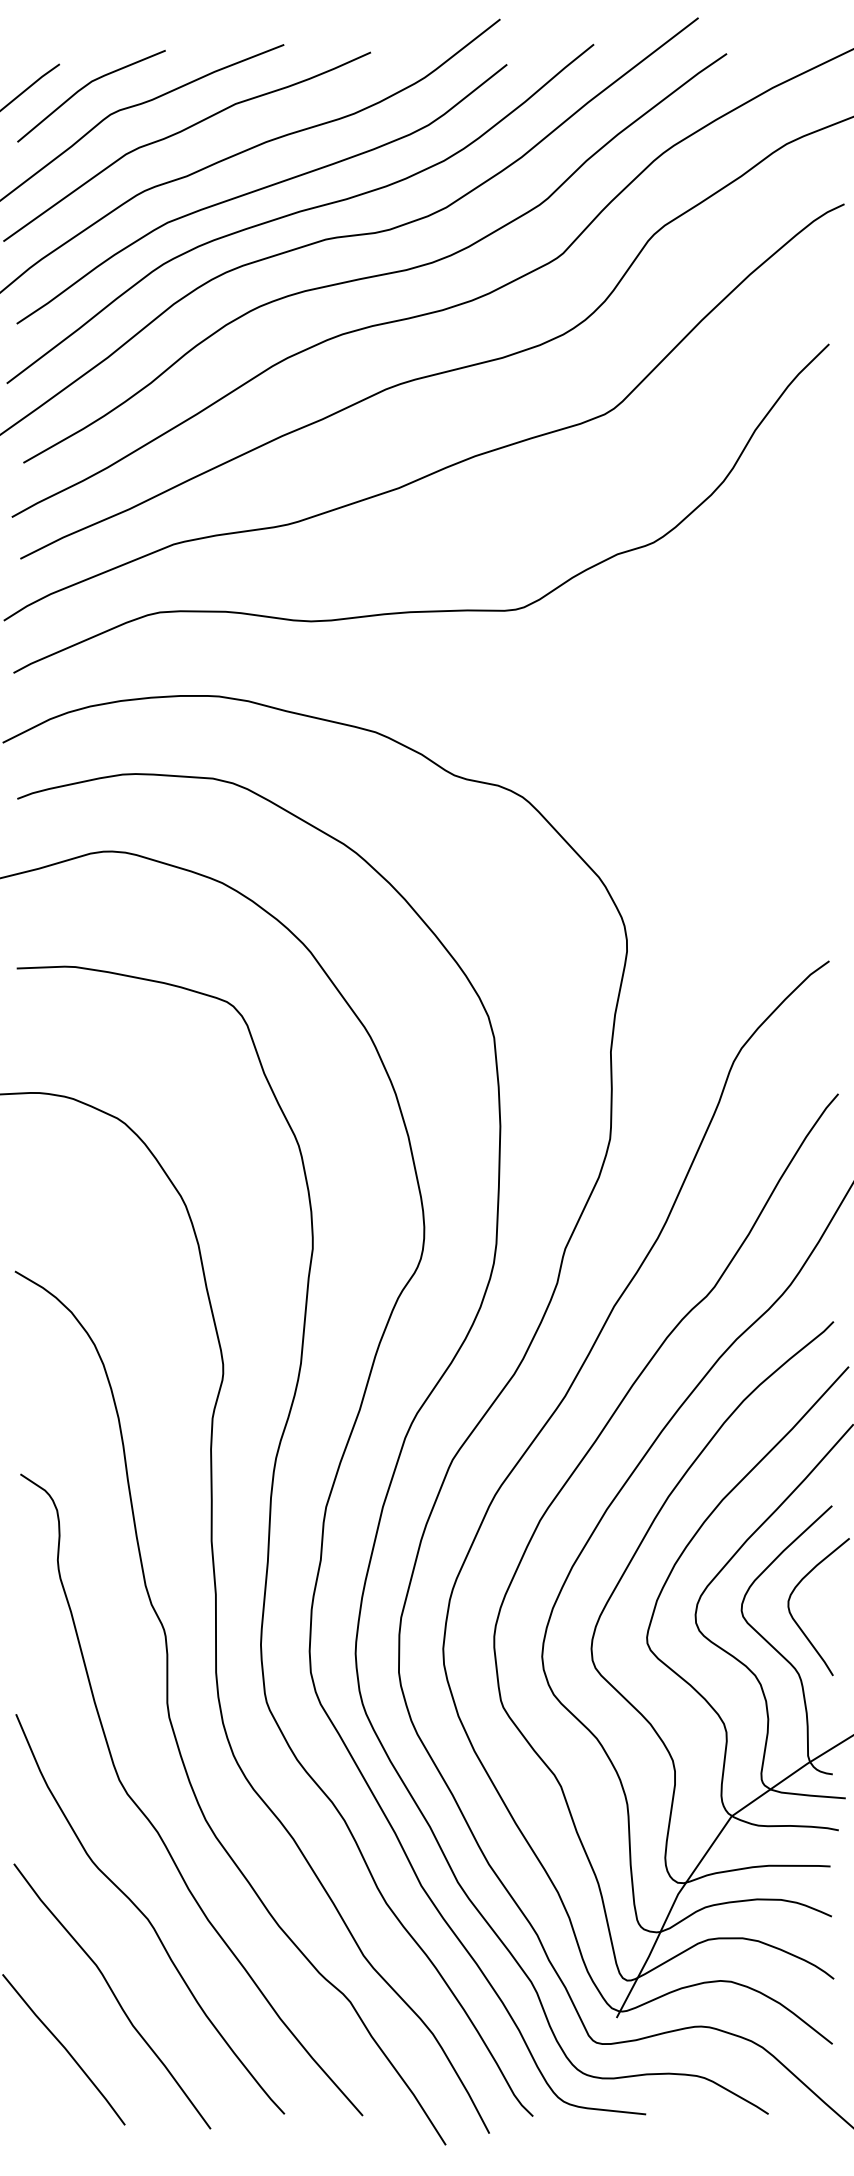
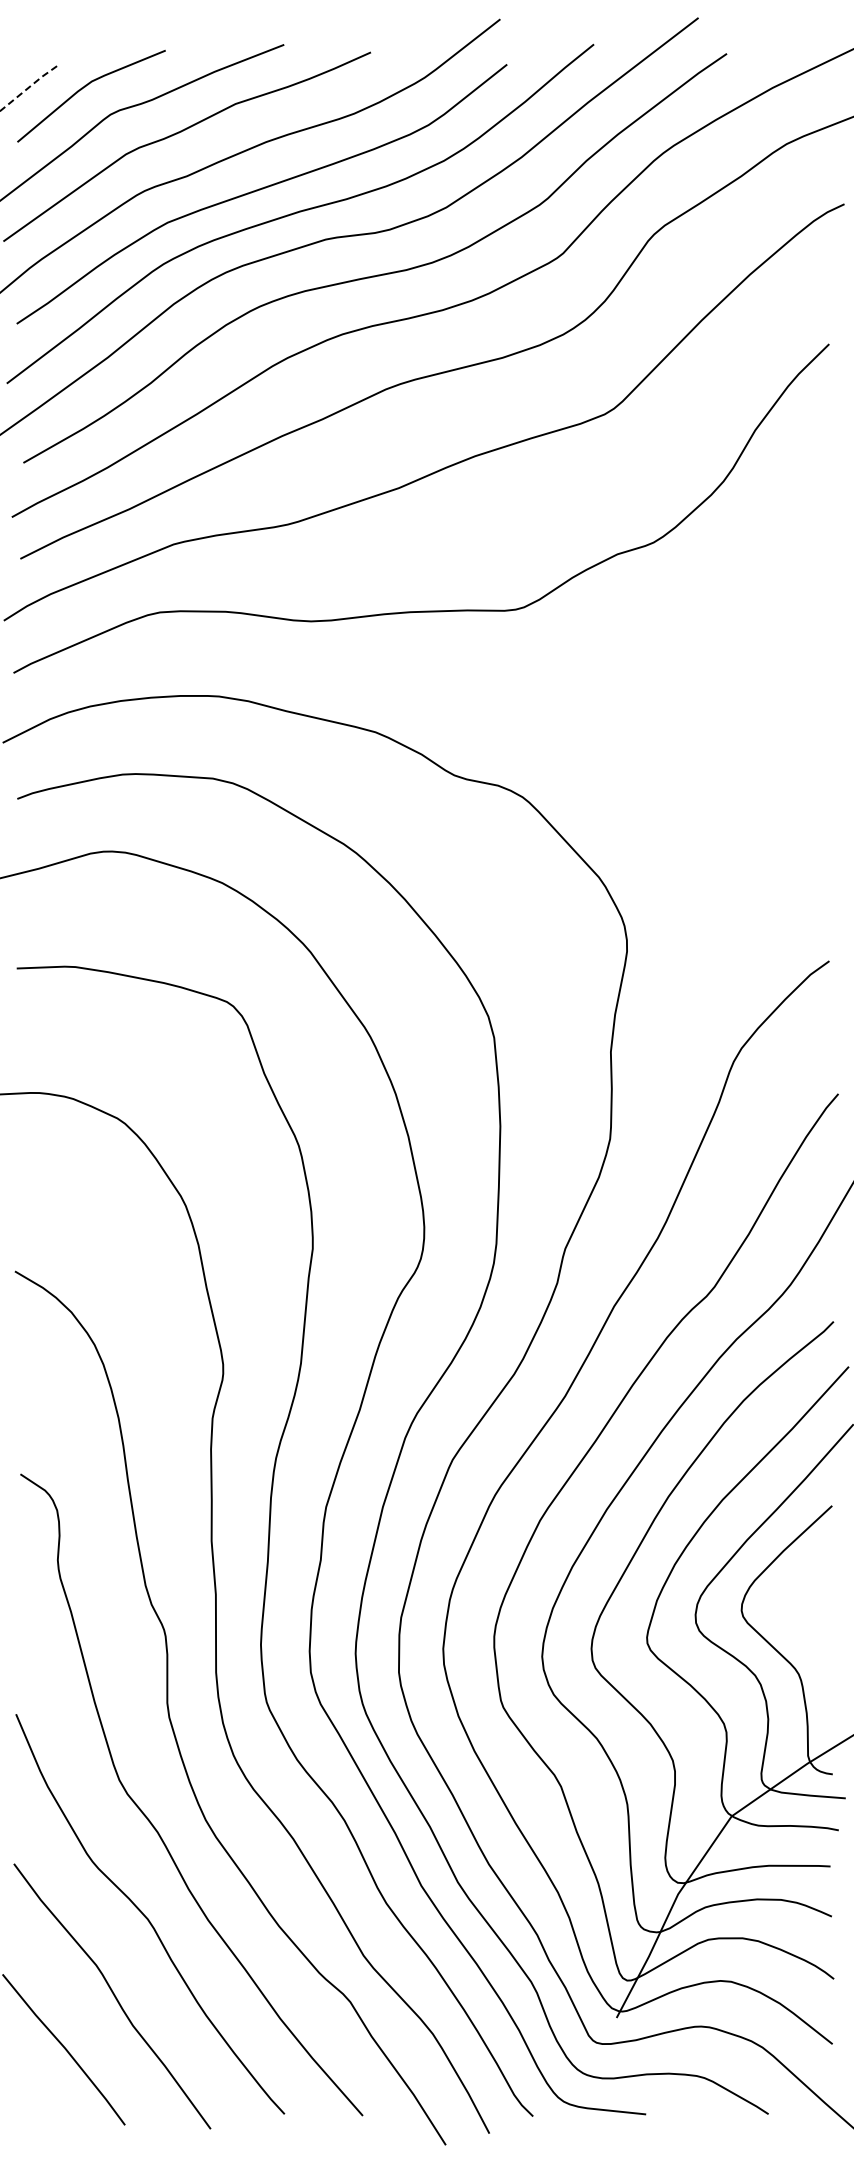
line at (30, 86): solid -> dashed
curve at (796, 1621): present -> none
